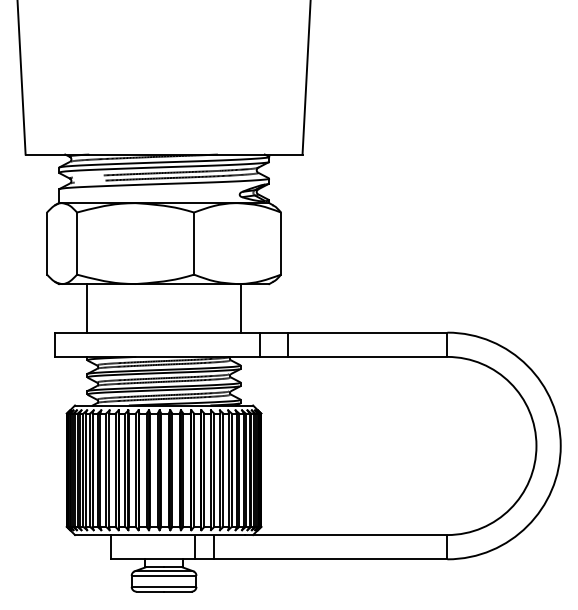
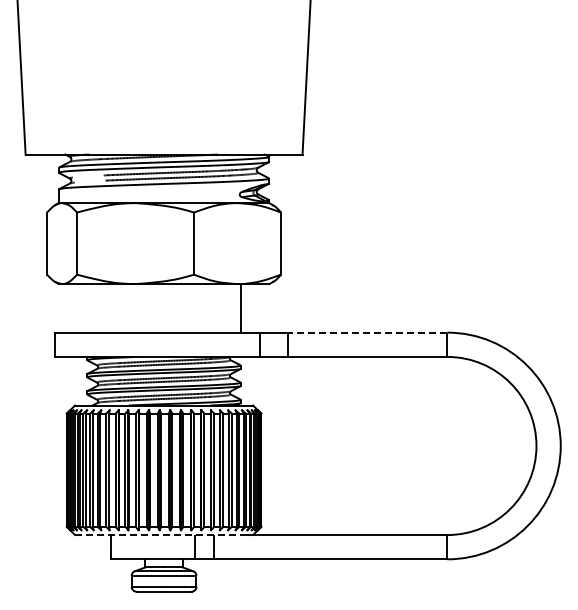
line at (87, 308): present -> none
line at (367, 332): solid -> dashed
line at (160, 535): solid -> dashed
